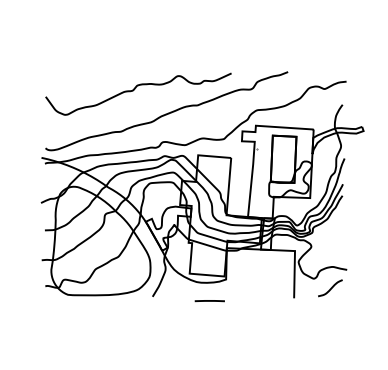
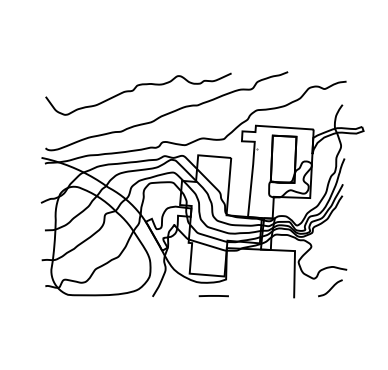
line at (209, 301) position: (209, 301) -> (213, 296)
